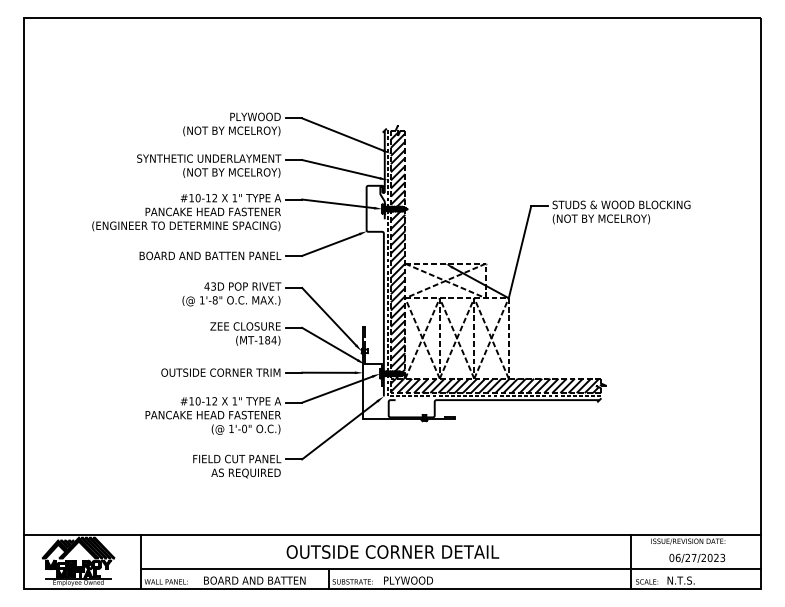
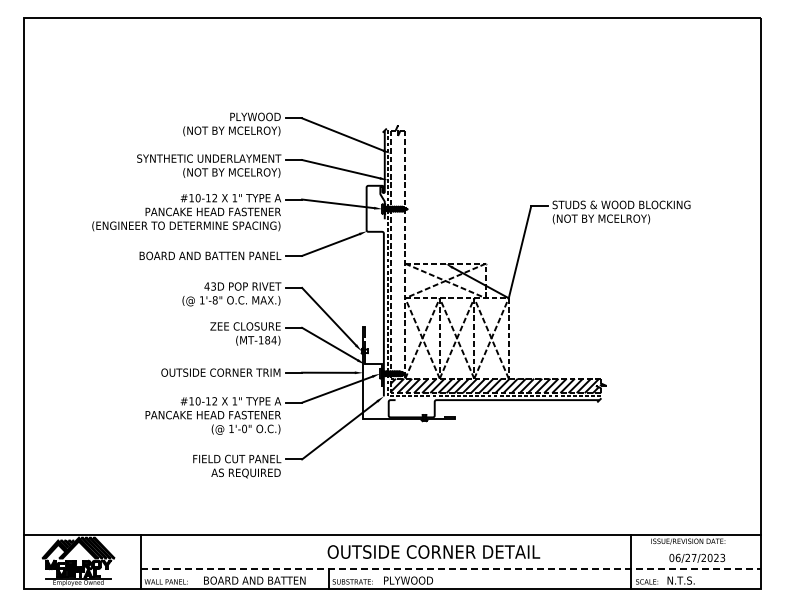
hatch at (397, 254): present -> none
text at (392, 551) position: (392, 551) -> (433, 551)
line at (451, 568): solid -> dashed
